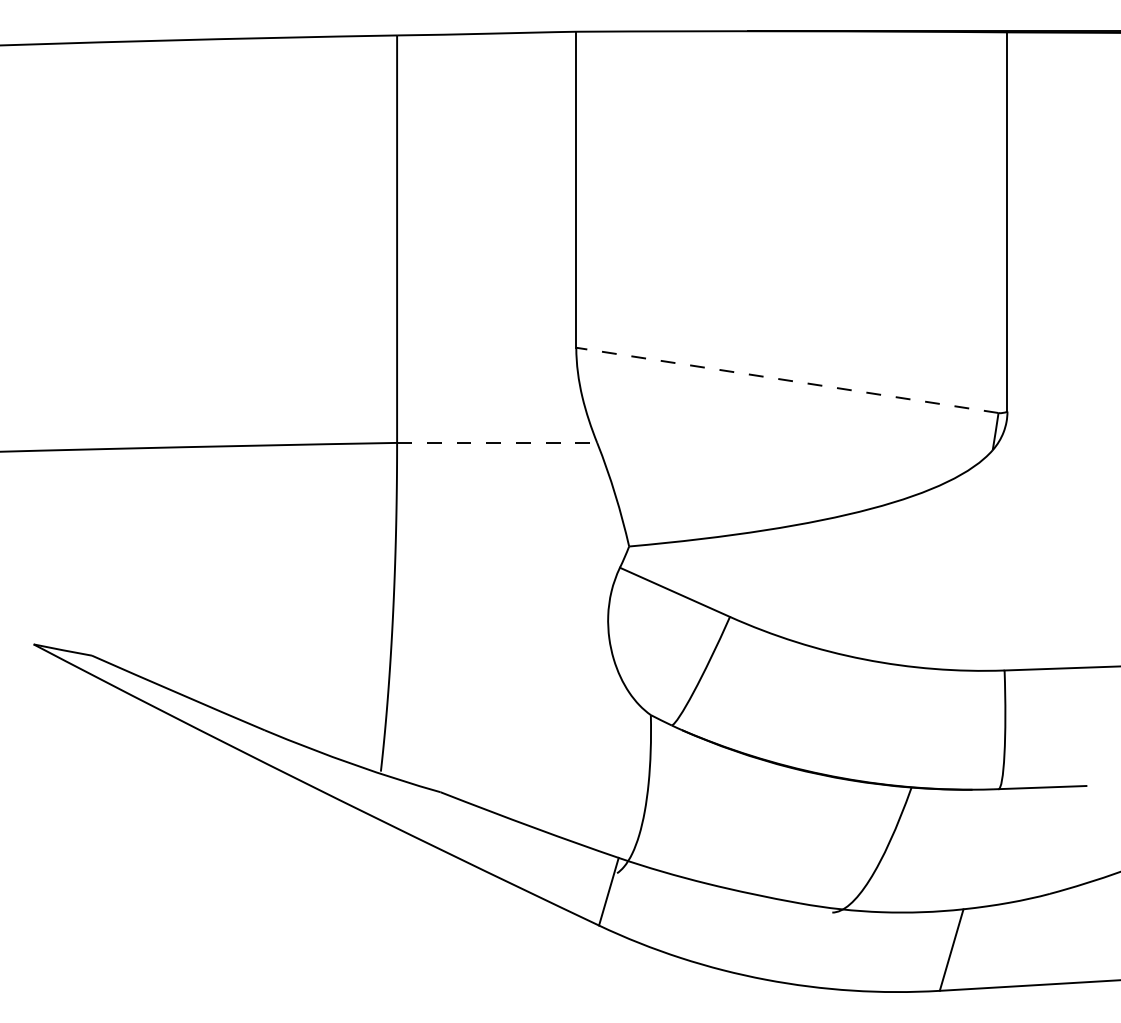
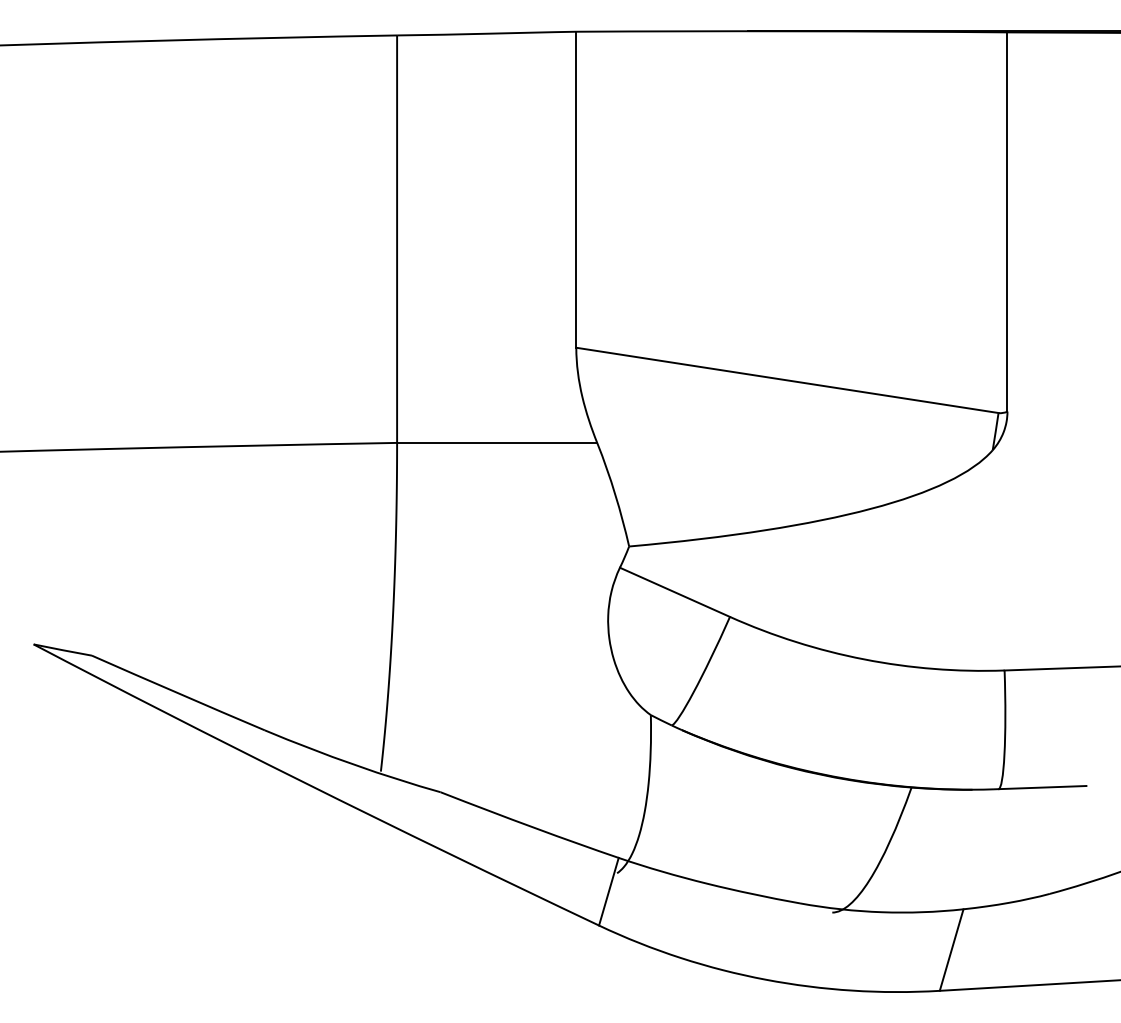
line at (787, 380): dashed -> solid
line at (497, 442): dashed -> solid
